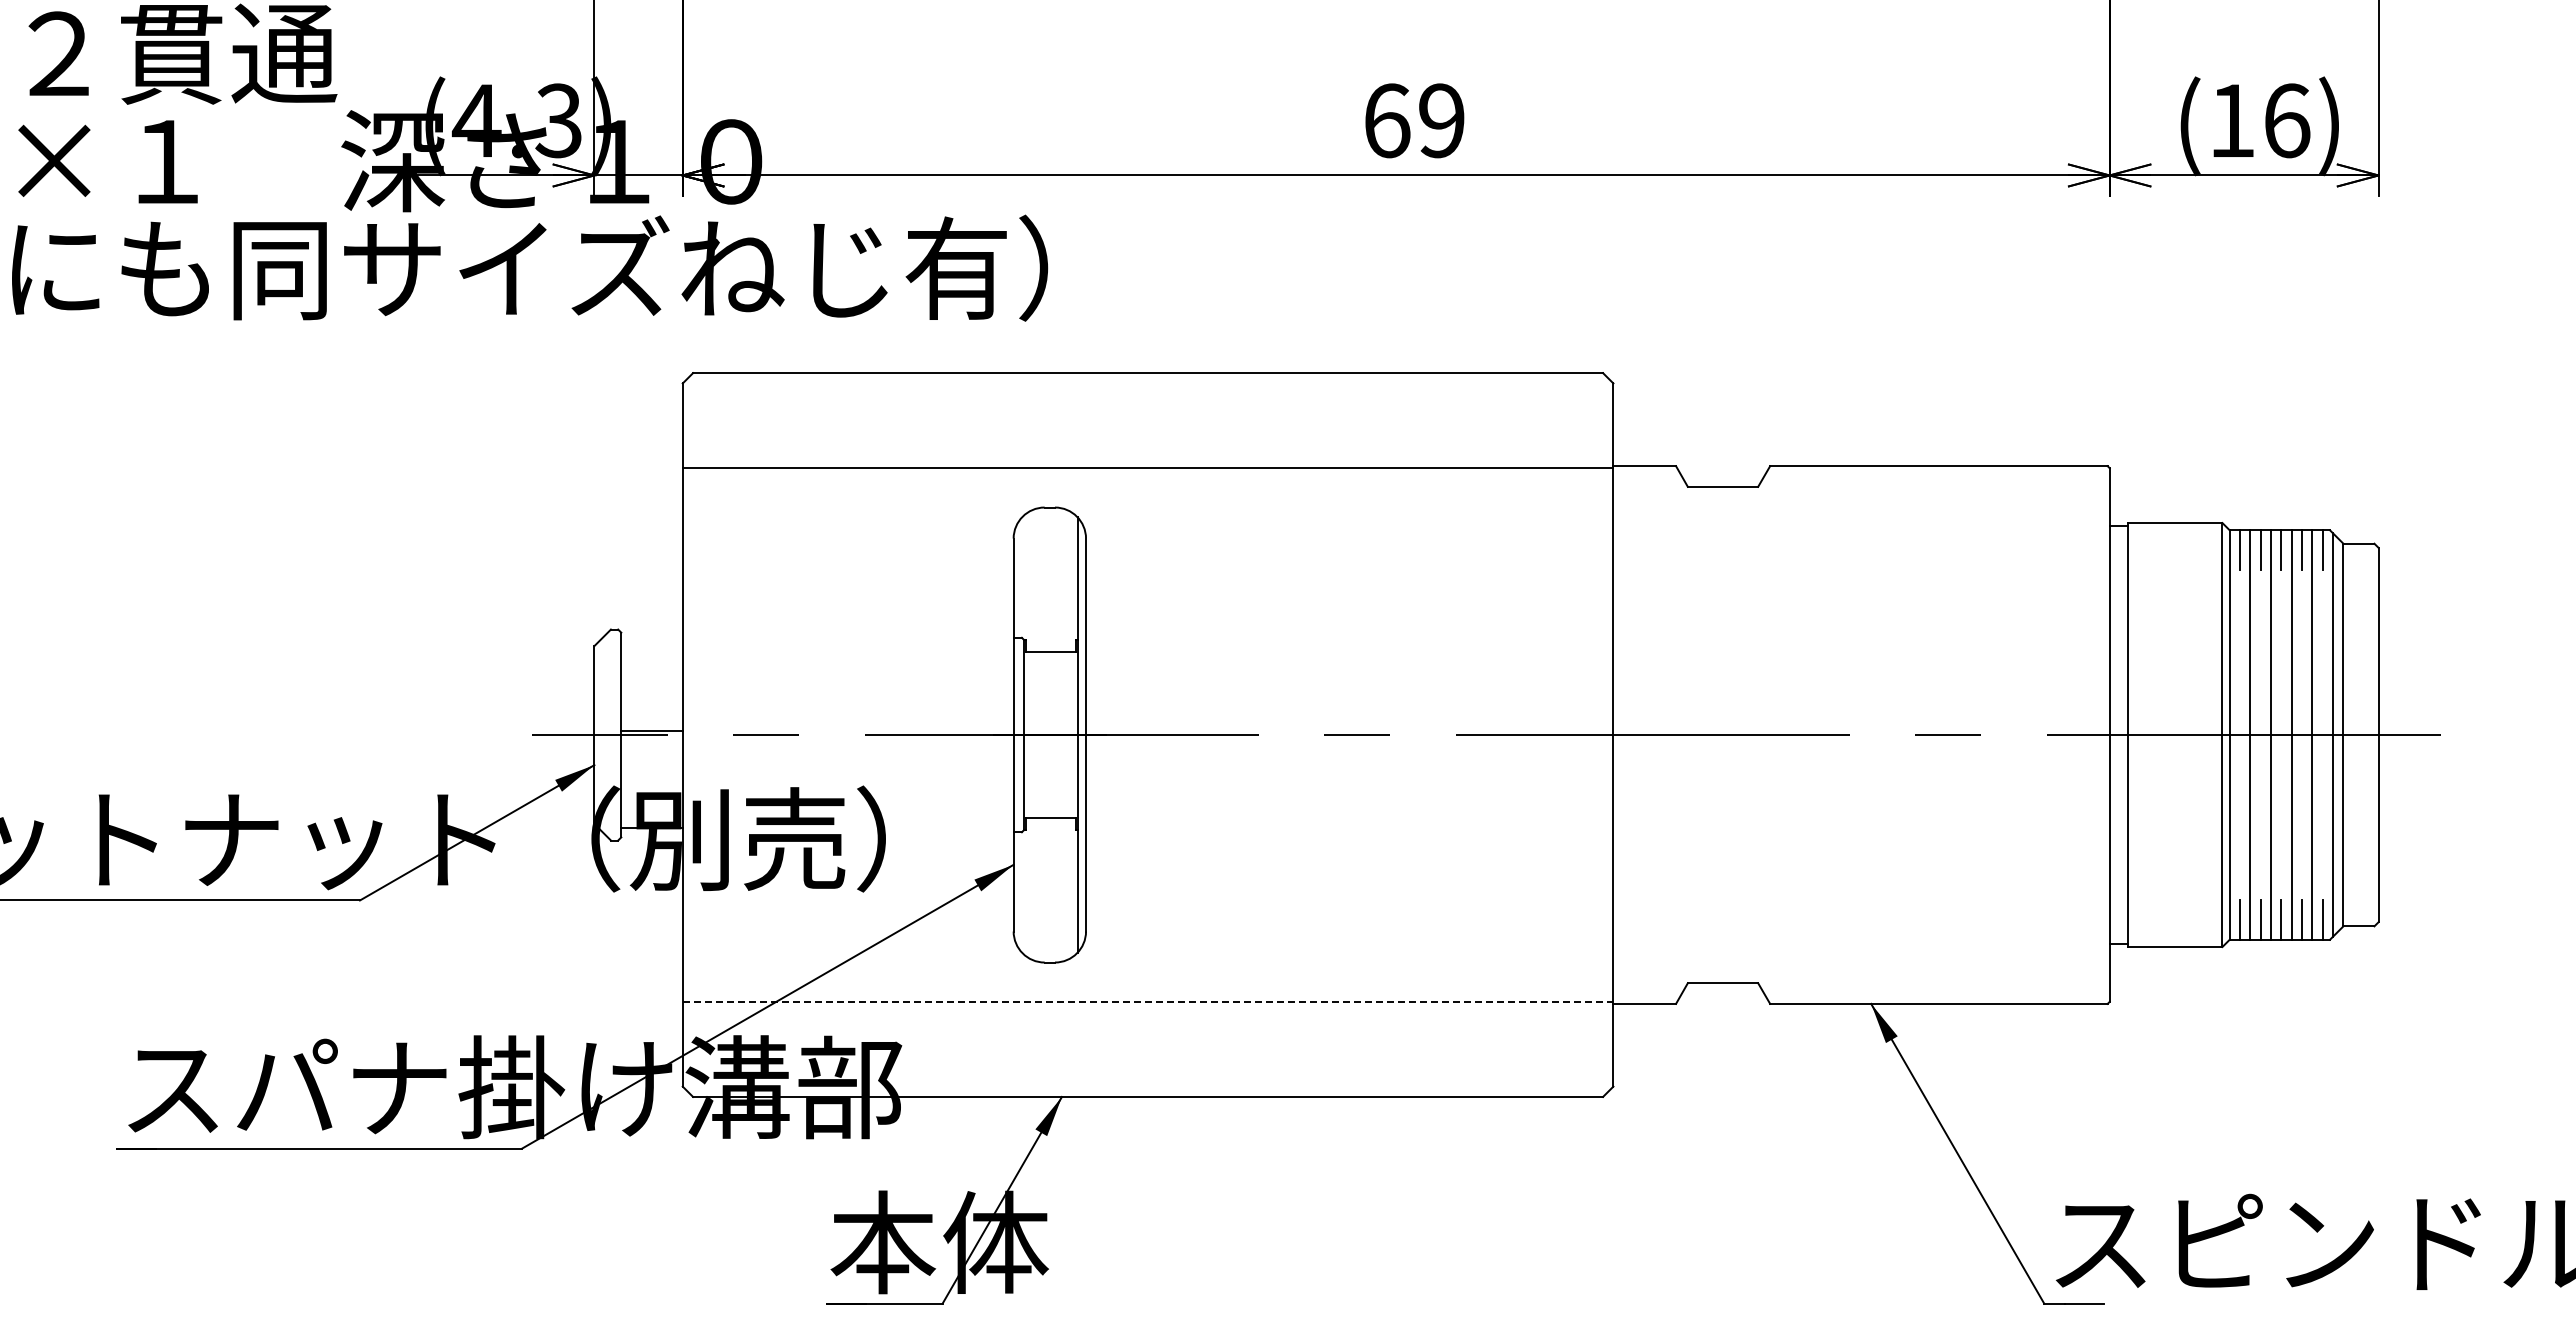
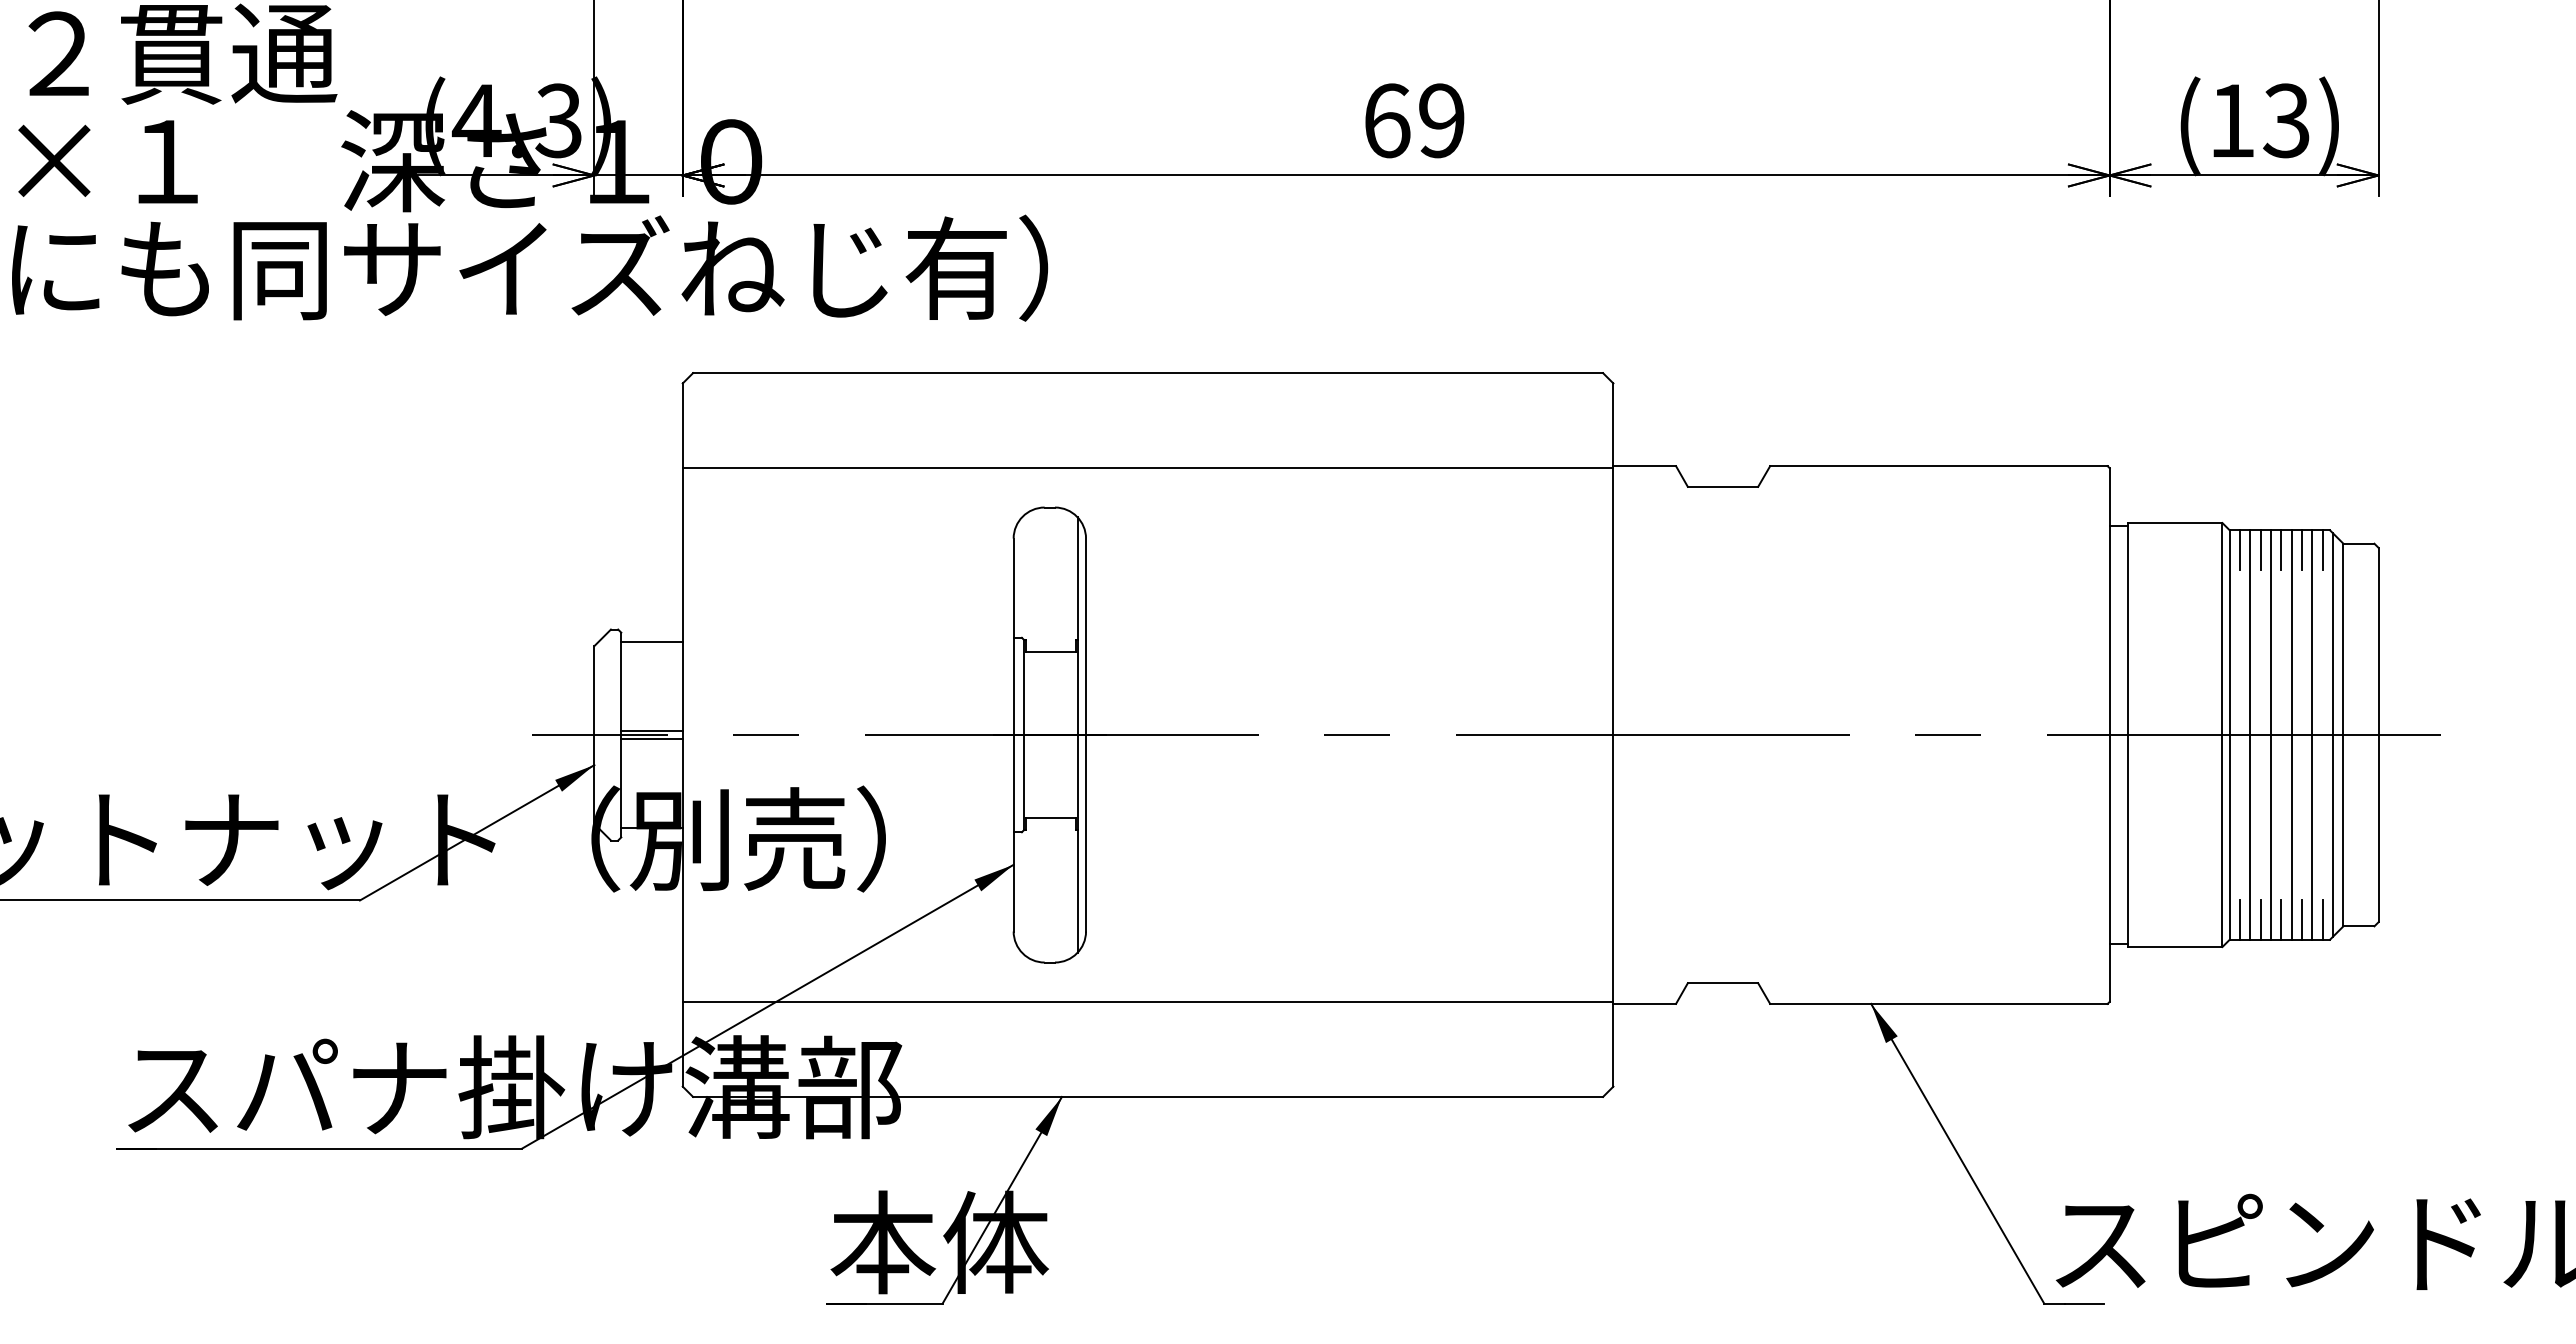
text at (2286, 120): (16) -> (13)
line at (651, 641): none -> present
line at (651, 738): none -> present
line at (1148, 1001): dashed -> solid
